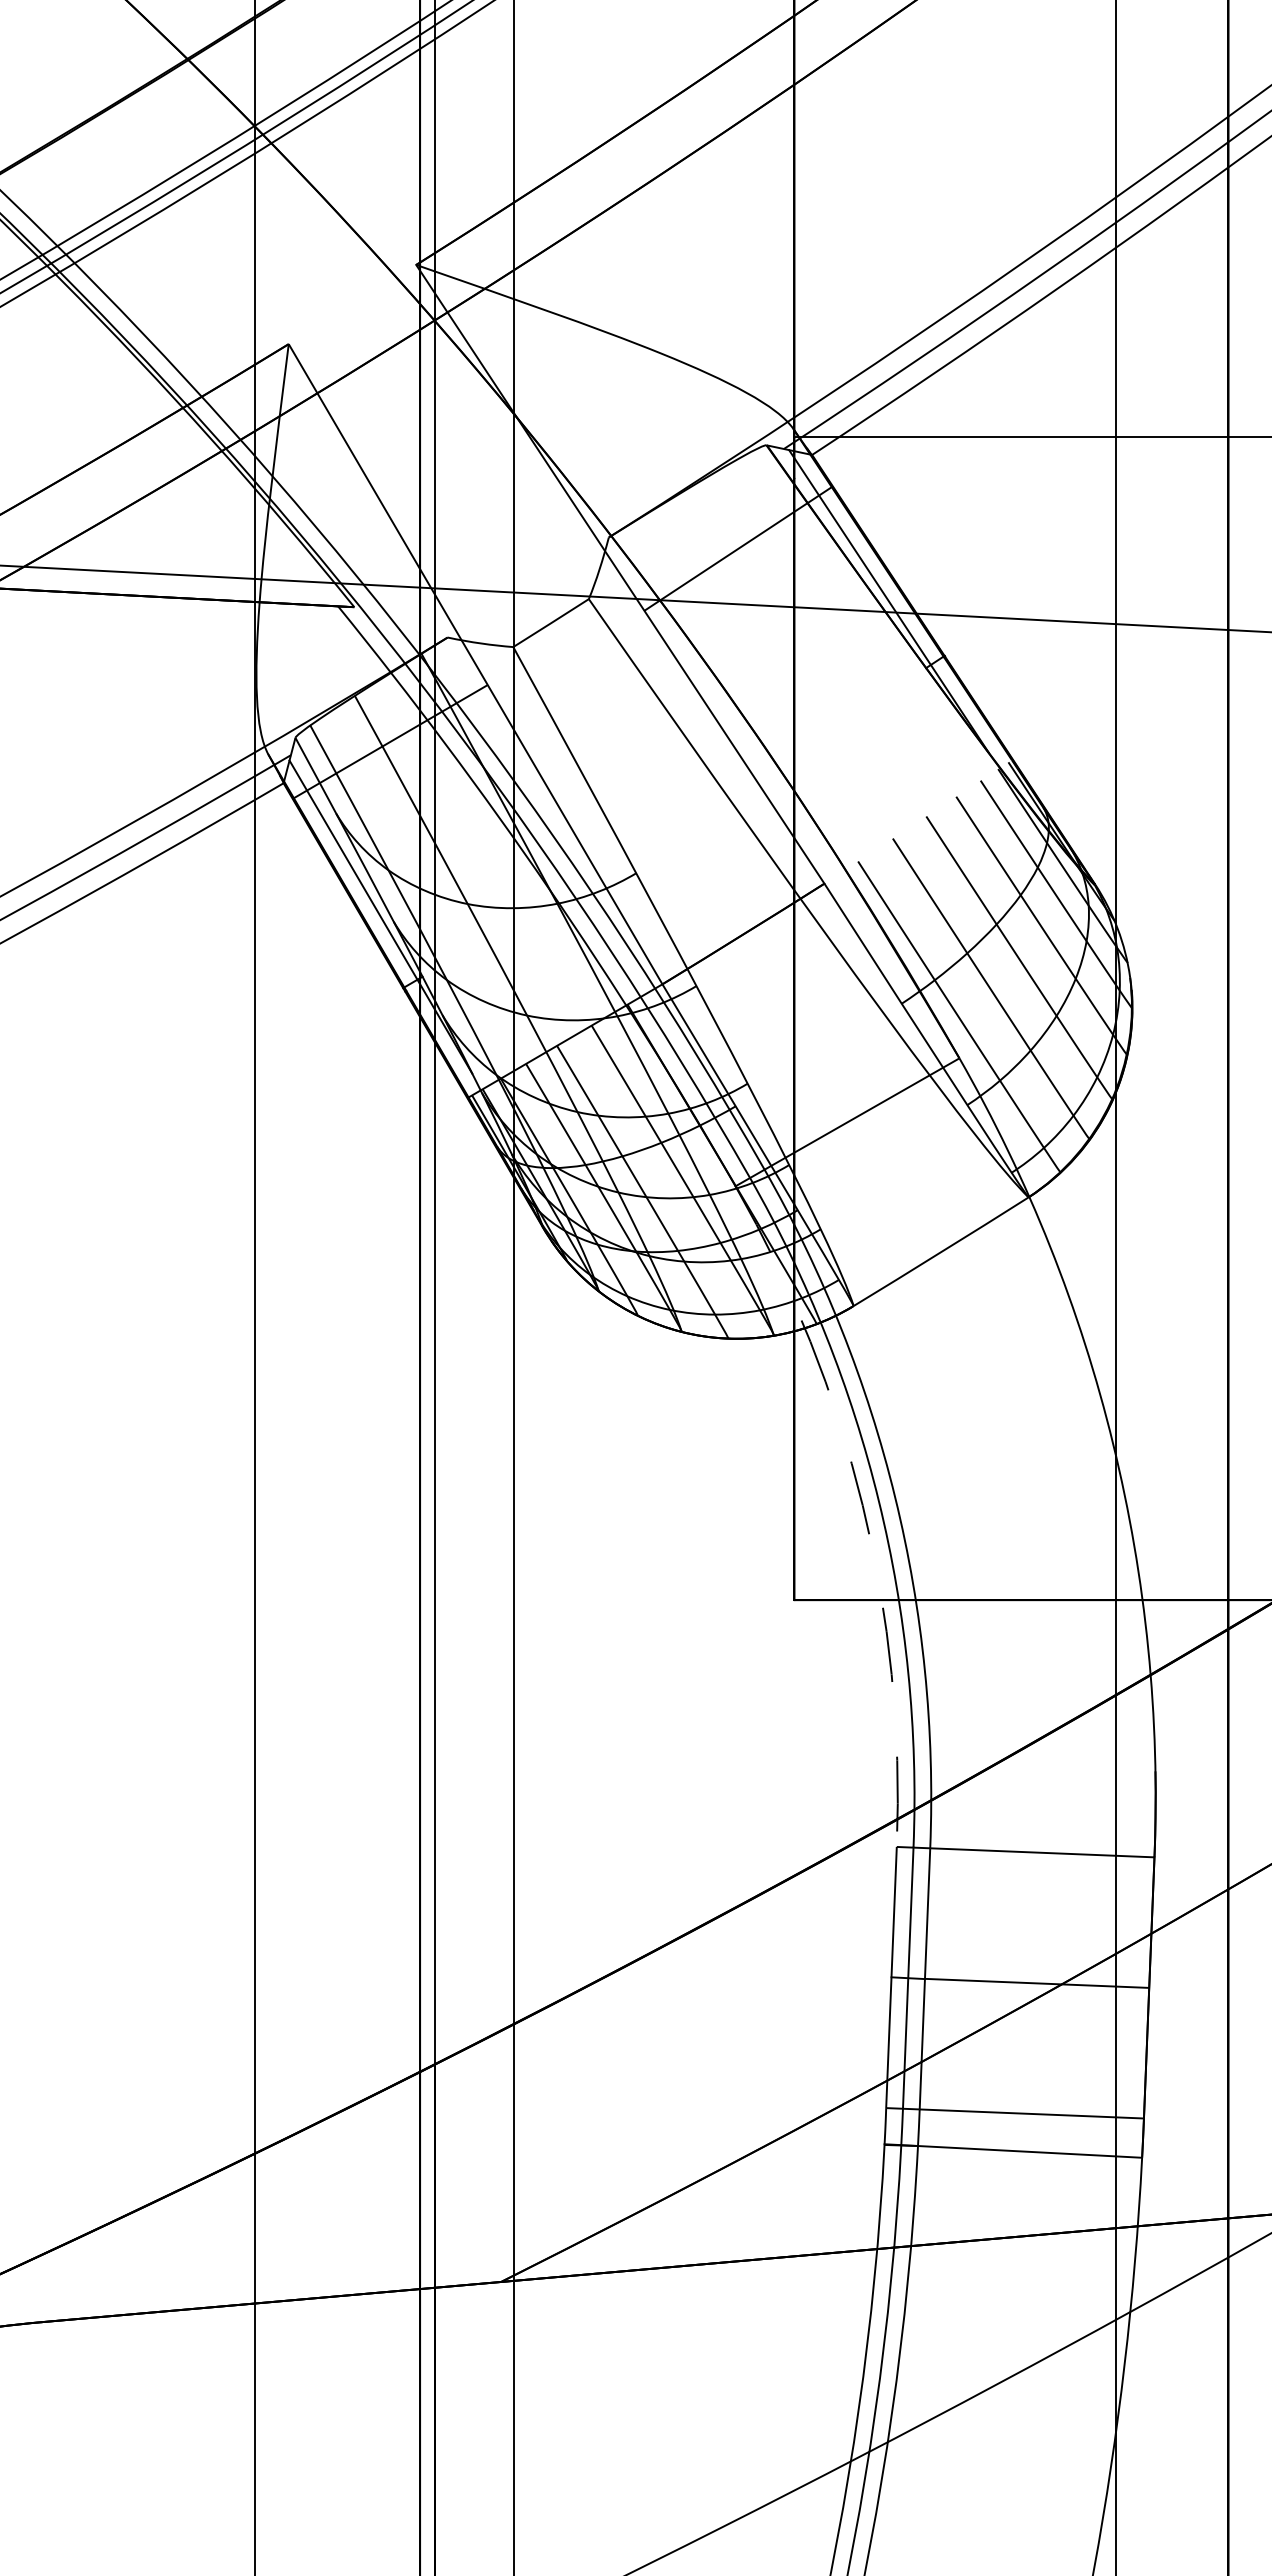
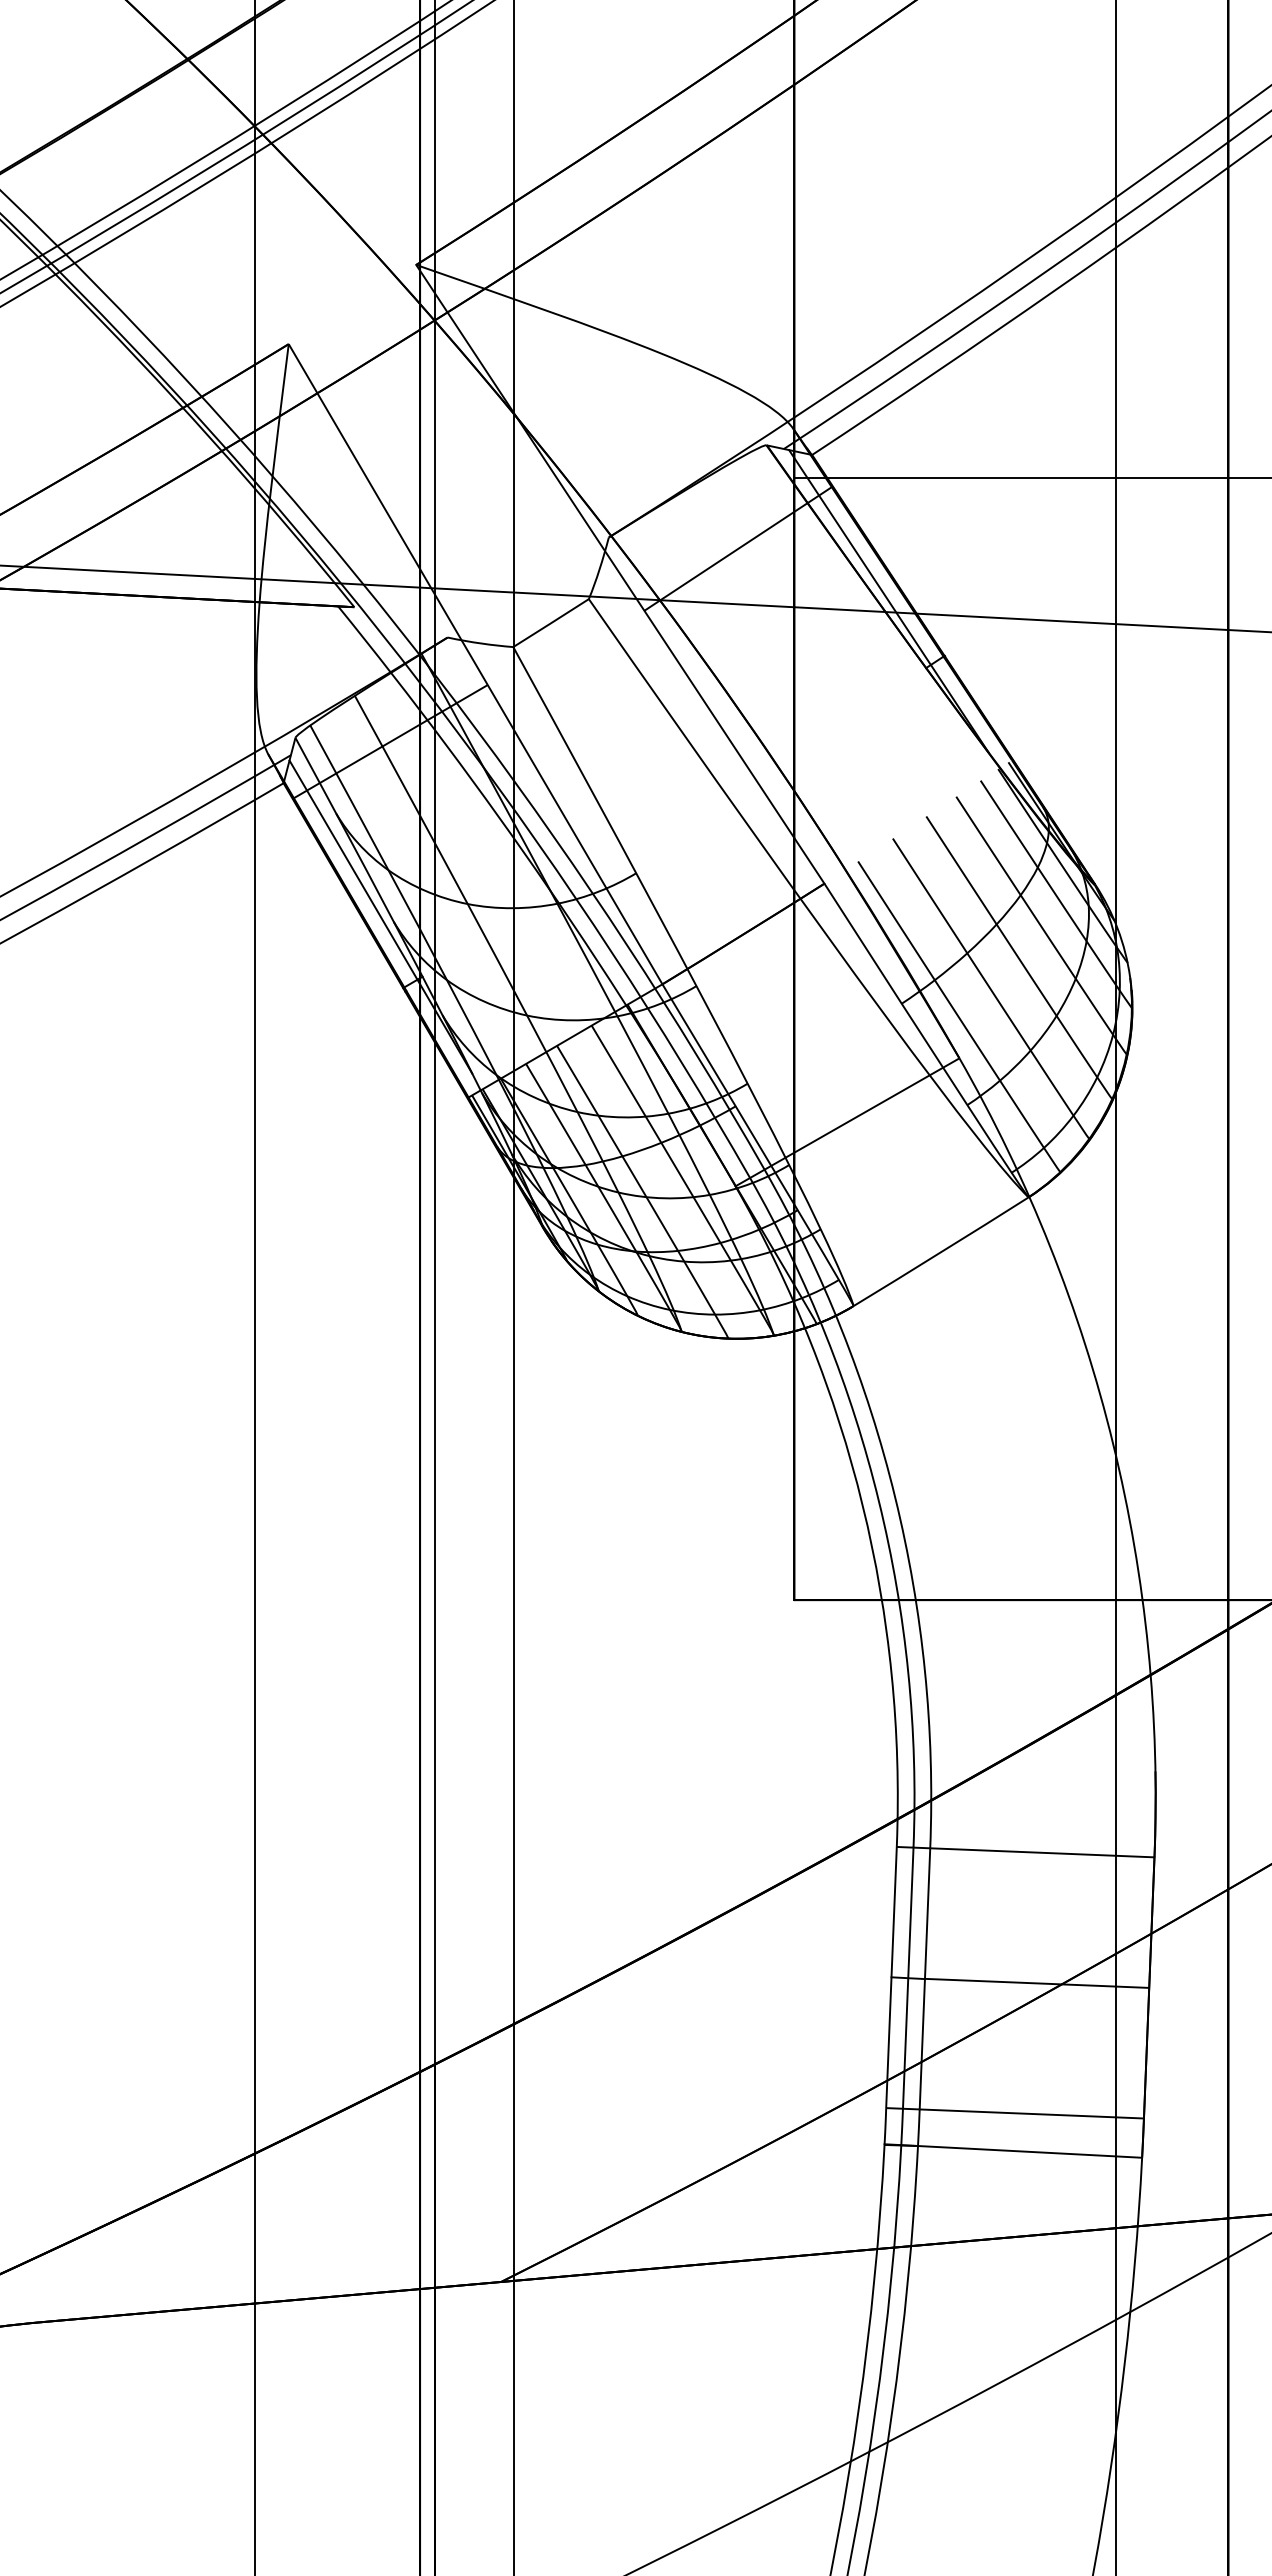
line at (1031, 436) position: (1031, 436) -> (1031, 477)
arc at (862, 1505): dashed -> solid
